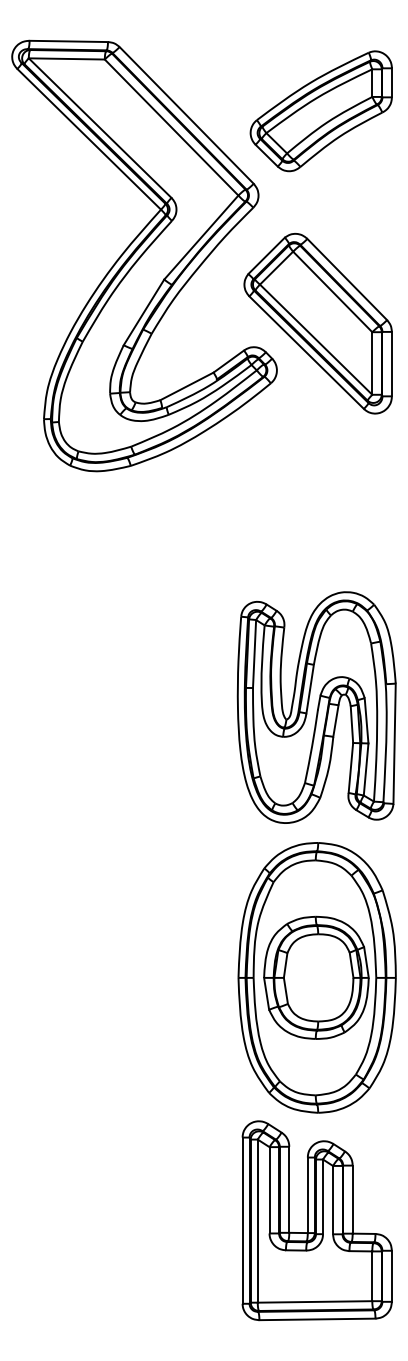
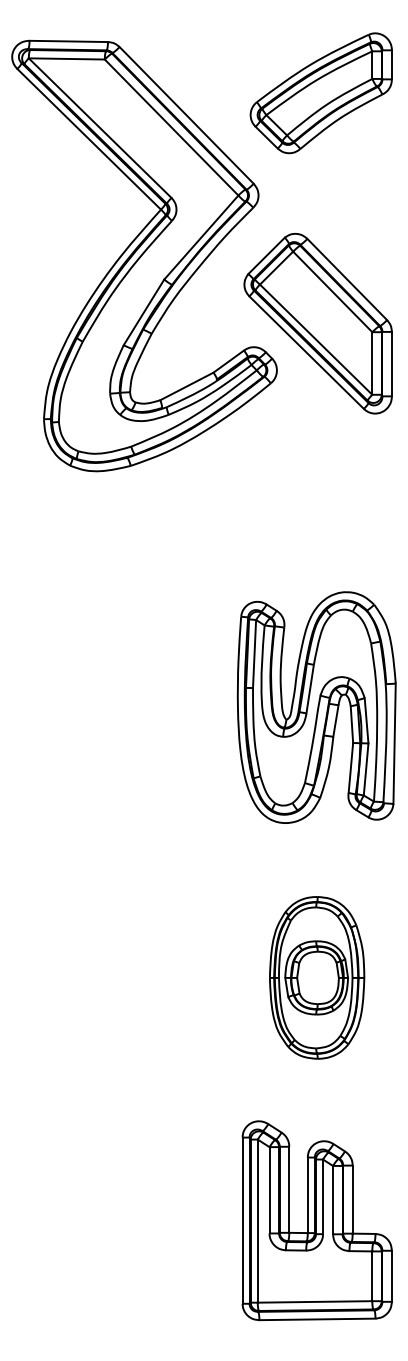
part at (320, 111) position: (320, 111) -> (320, 93)
part at (316, 977) size: 160x272 px -> 97x164 px
